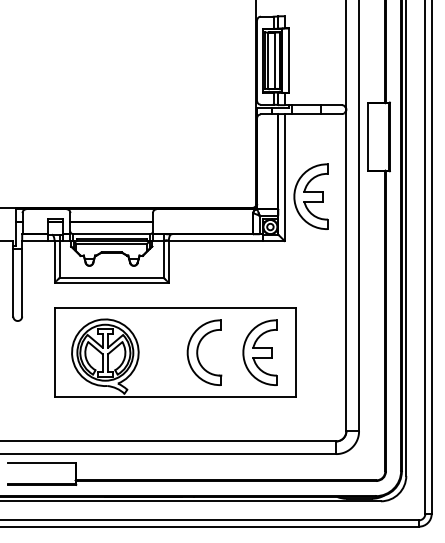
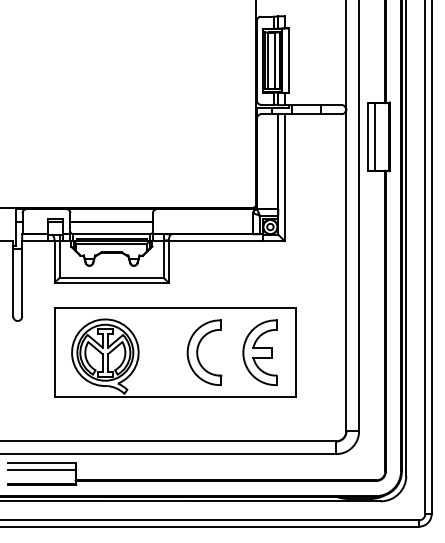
line at (375, 136): none -> present
part at (310, 196): present -> none
line at (41, 470): none -> present
